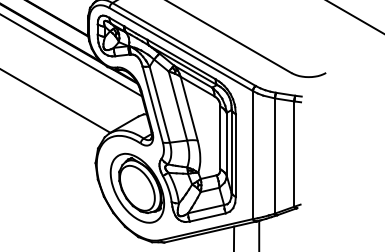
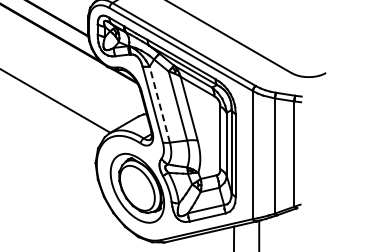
line at (355, 17): present -> none
line at (72, 55): present -> none
line at (159, 104): solid -> dashed
